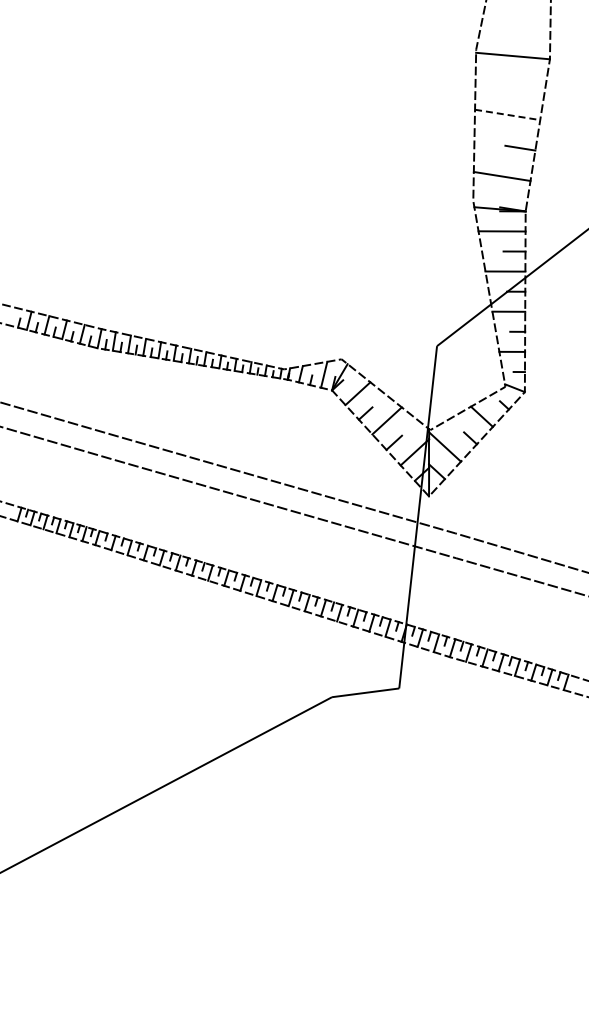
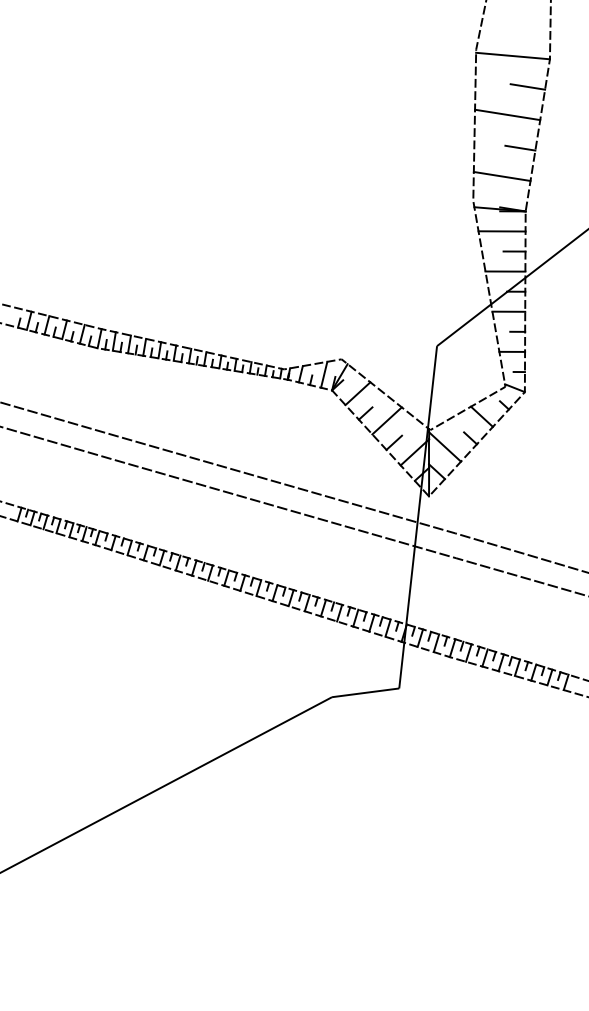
line at (527, 86): none -> present
line at (507, 114): dashed -> solid
